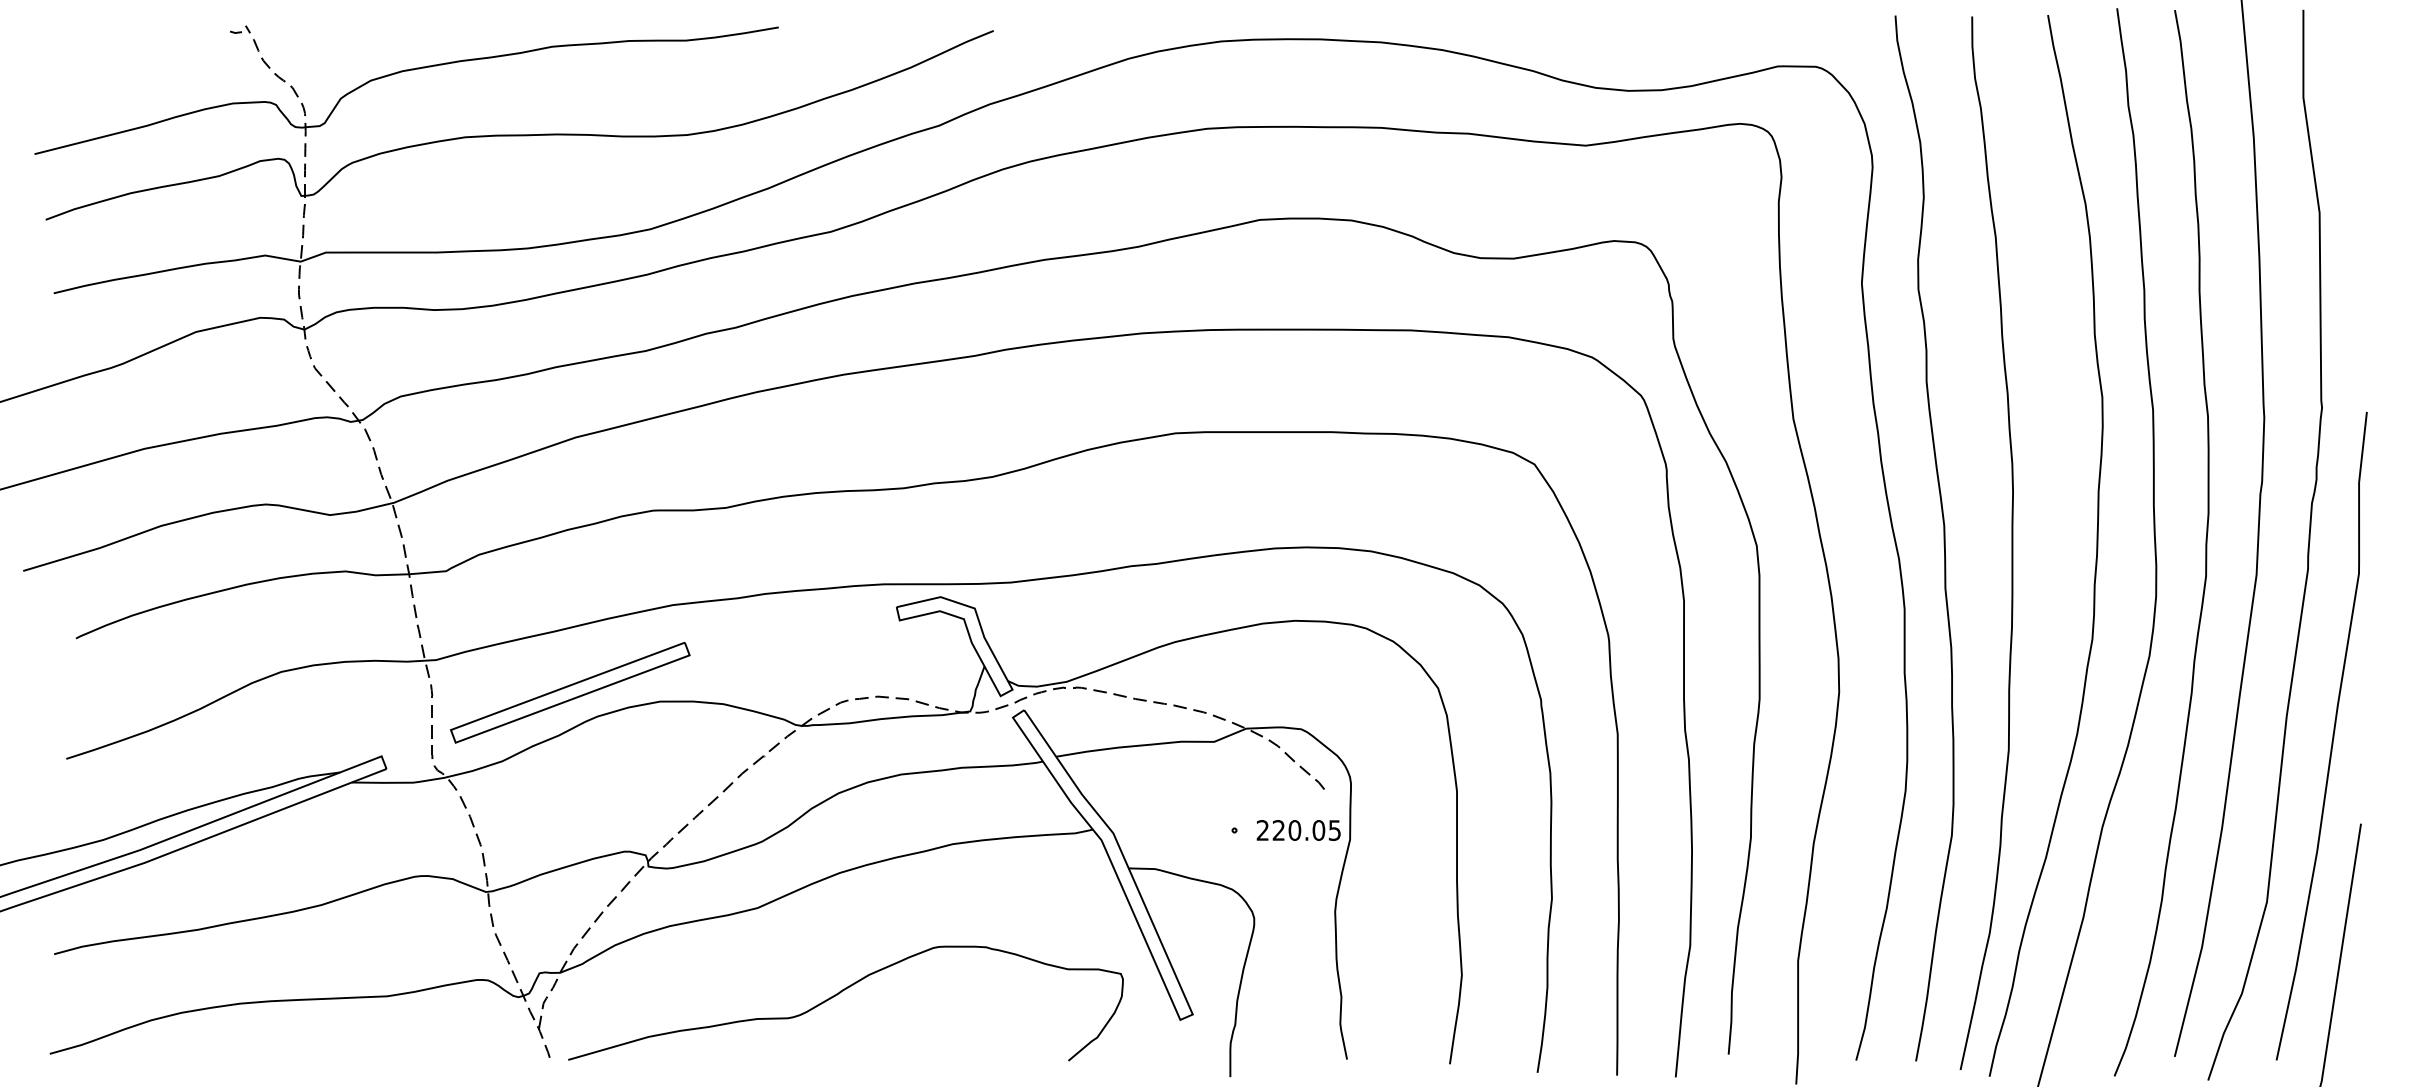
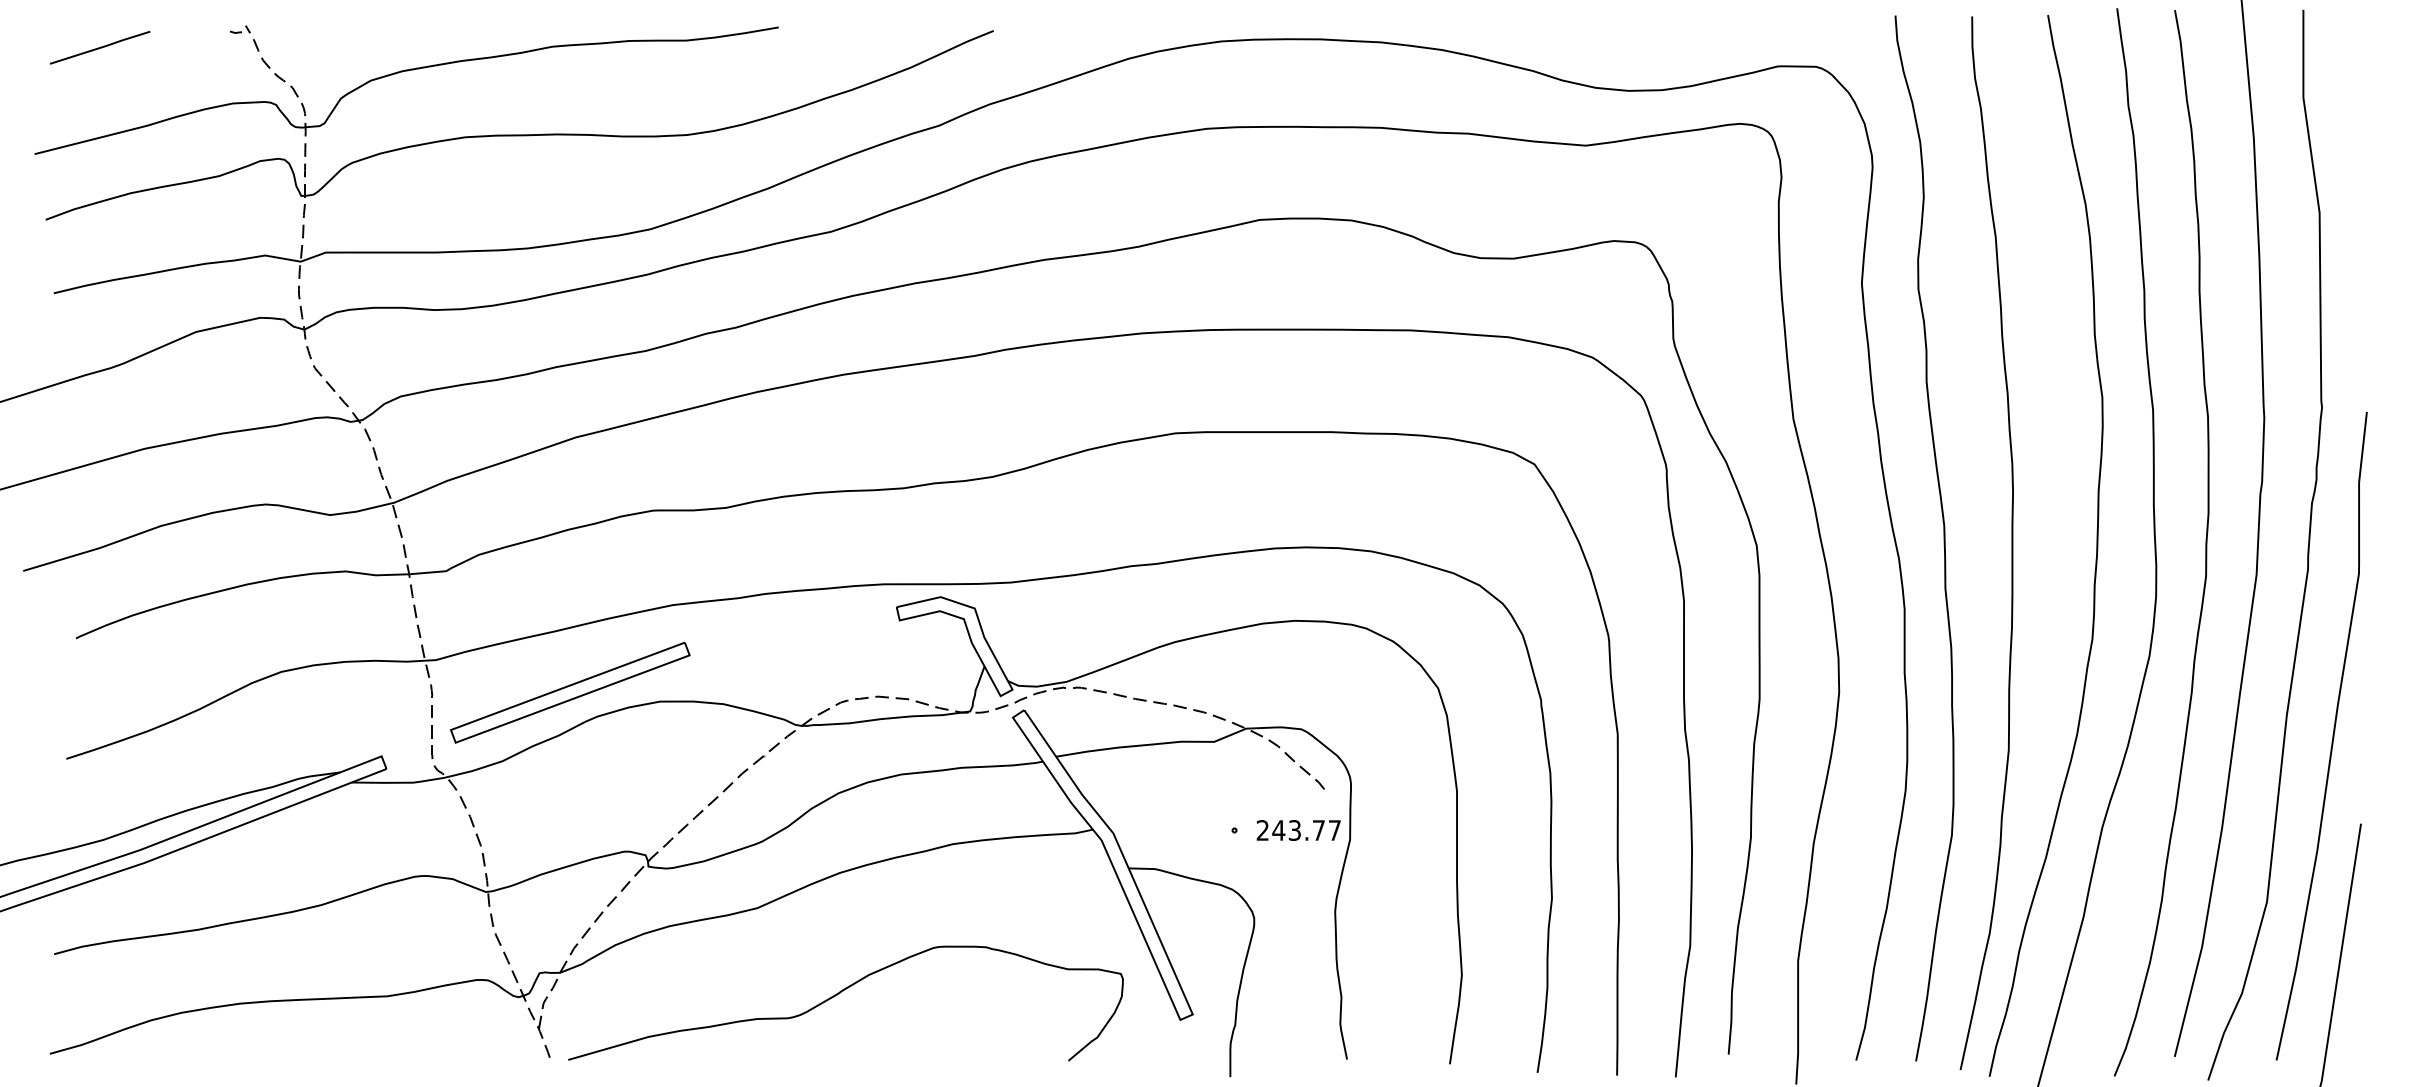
line at (100, 47): none -> present
text at (1306, 830): 220.05 -> 243.77
